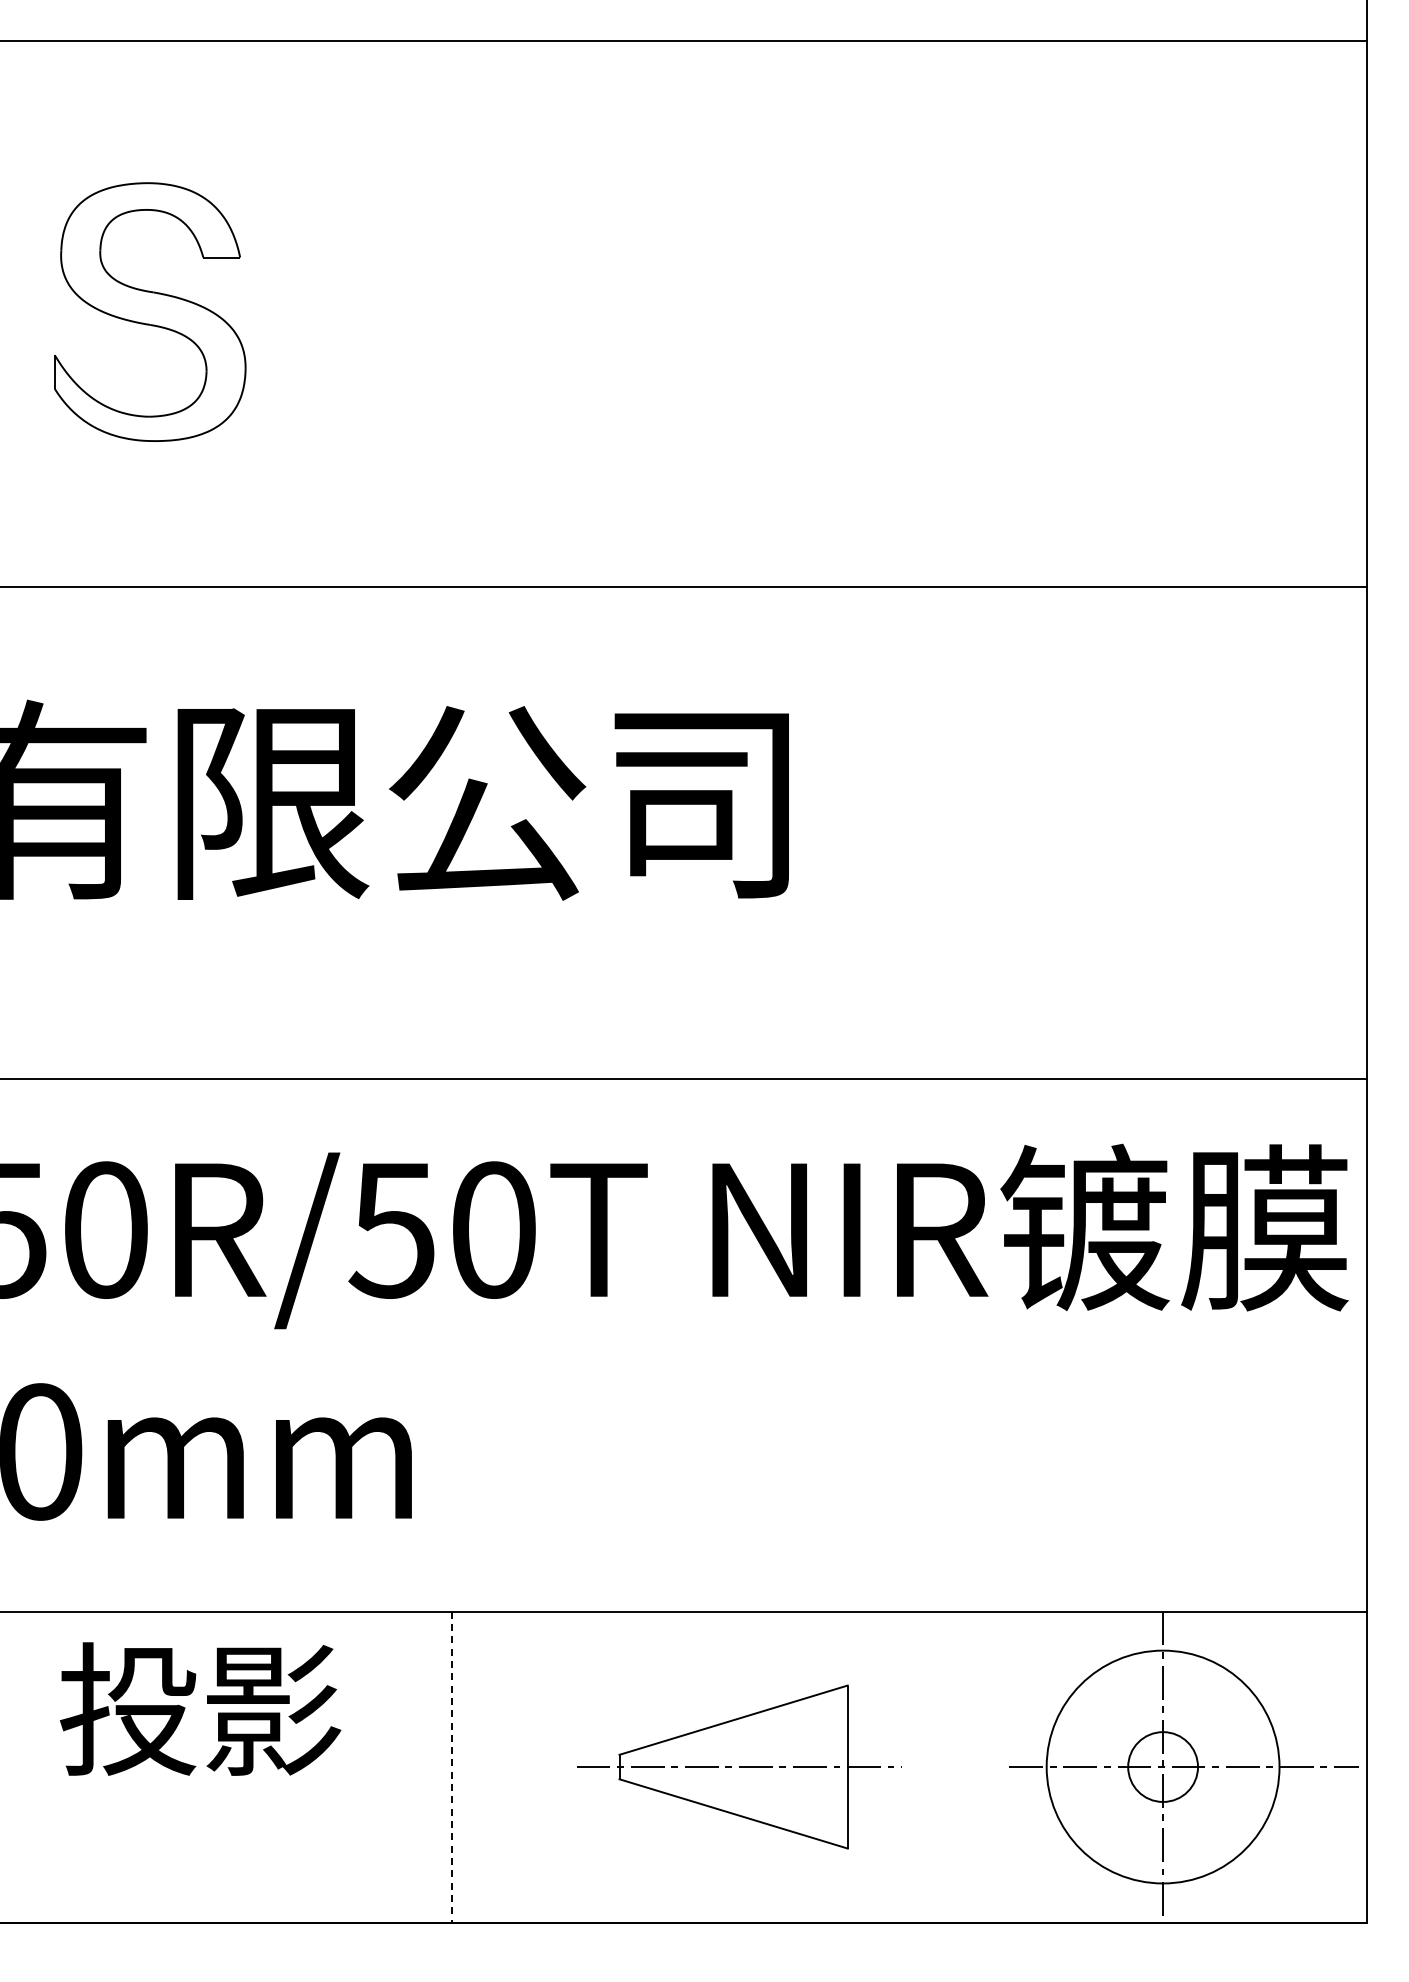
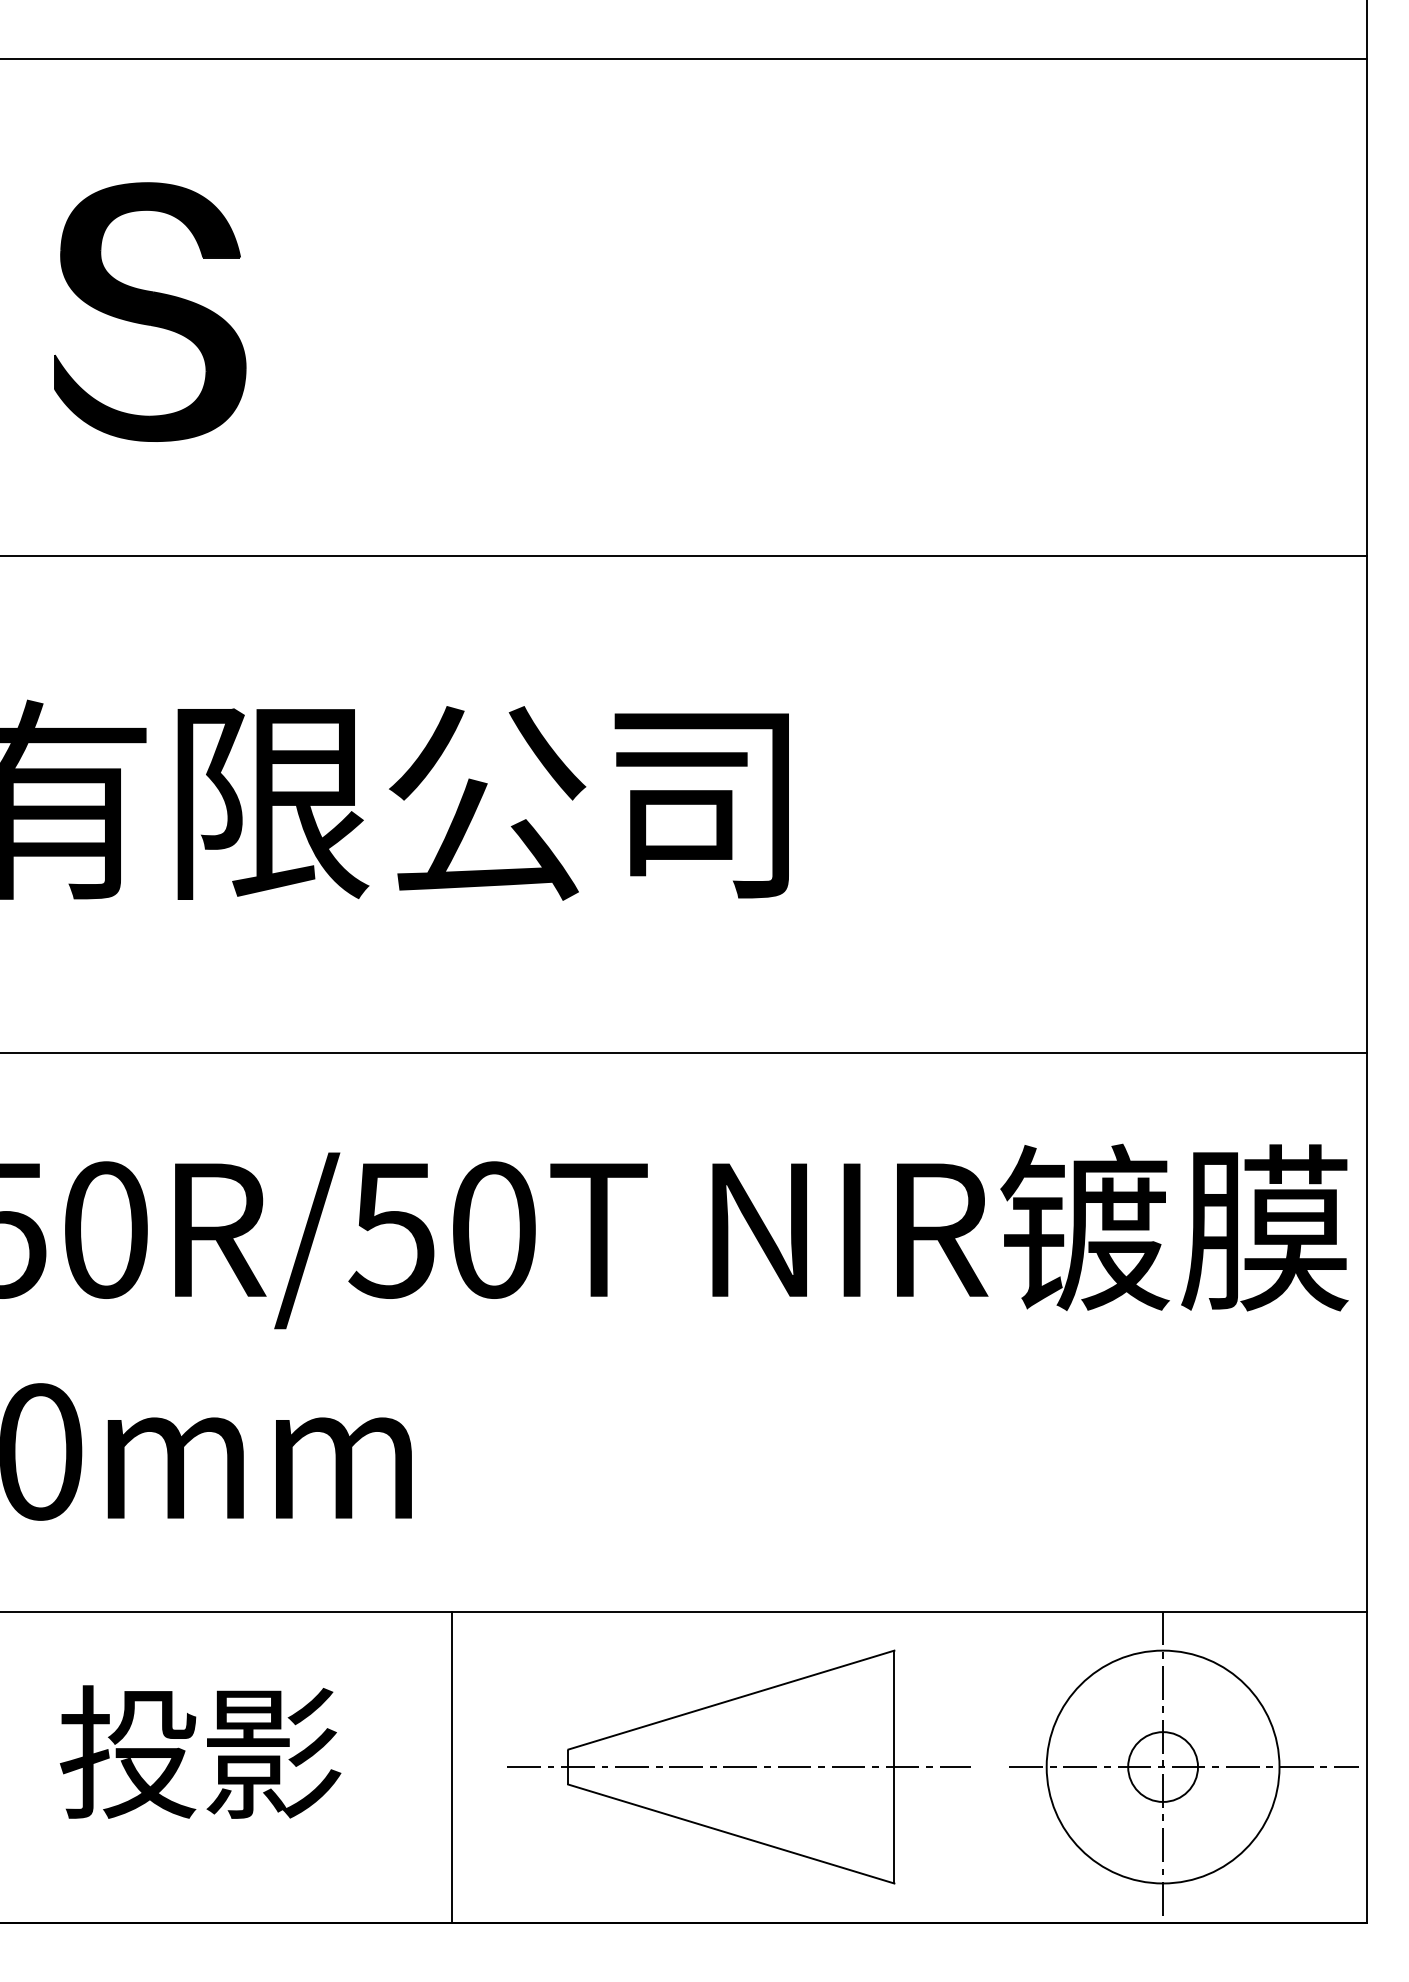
line at (684, 41) position: (684, 41) -> (684, 59)
fill at (149, 312): none -> present
line at (684, 587) position: (684, 587) -> (684, 556)
line at (684, 1079) position: (684, 1079) -> (684, 1053)
text at (200, 1708) position: (200, 1708) -> (200, 1751)
part at (739, 1766) size: 325x166 px -> 464x236 px
line at (451, 1767): dashed -> solid
